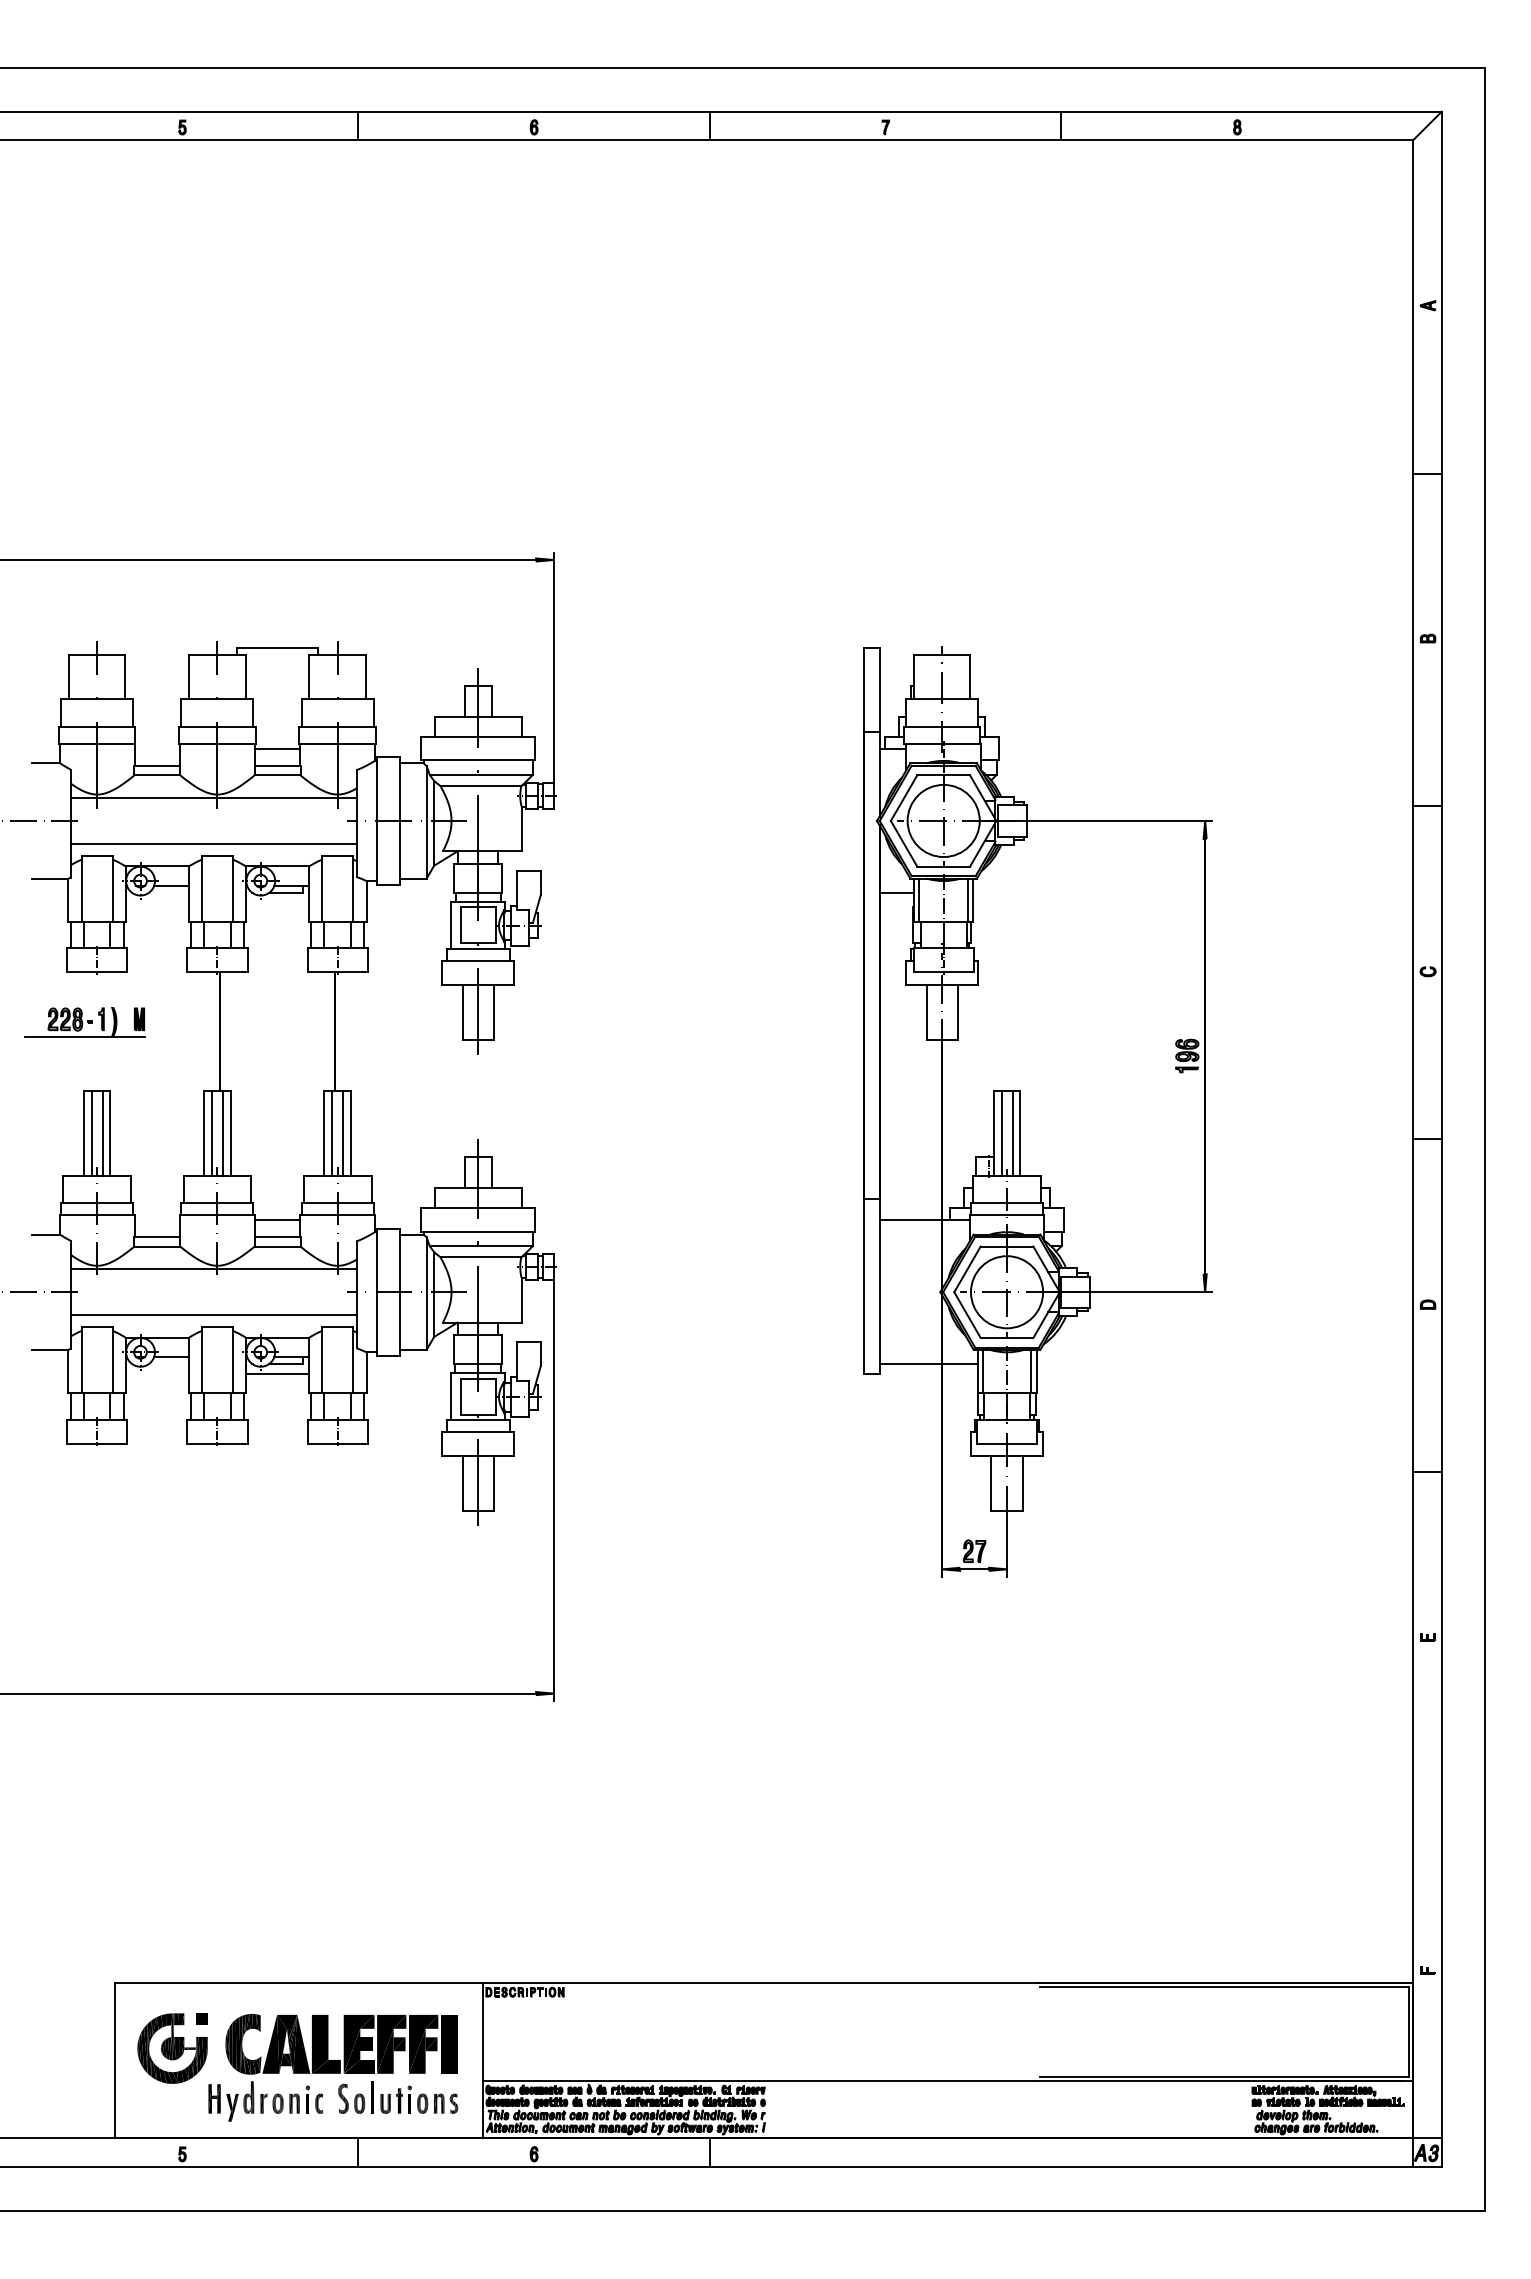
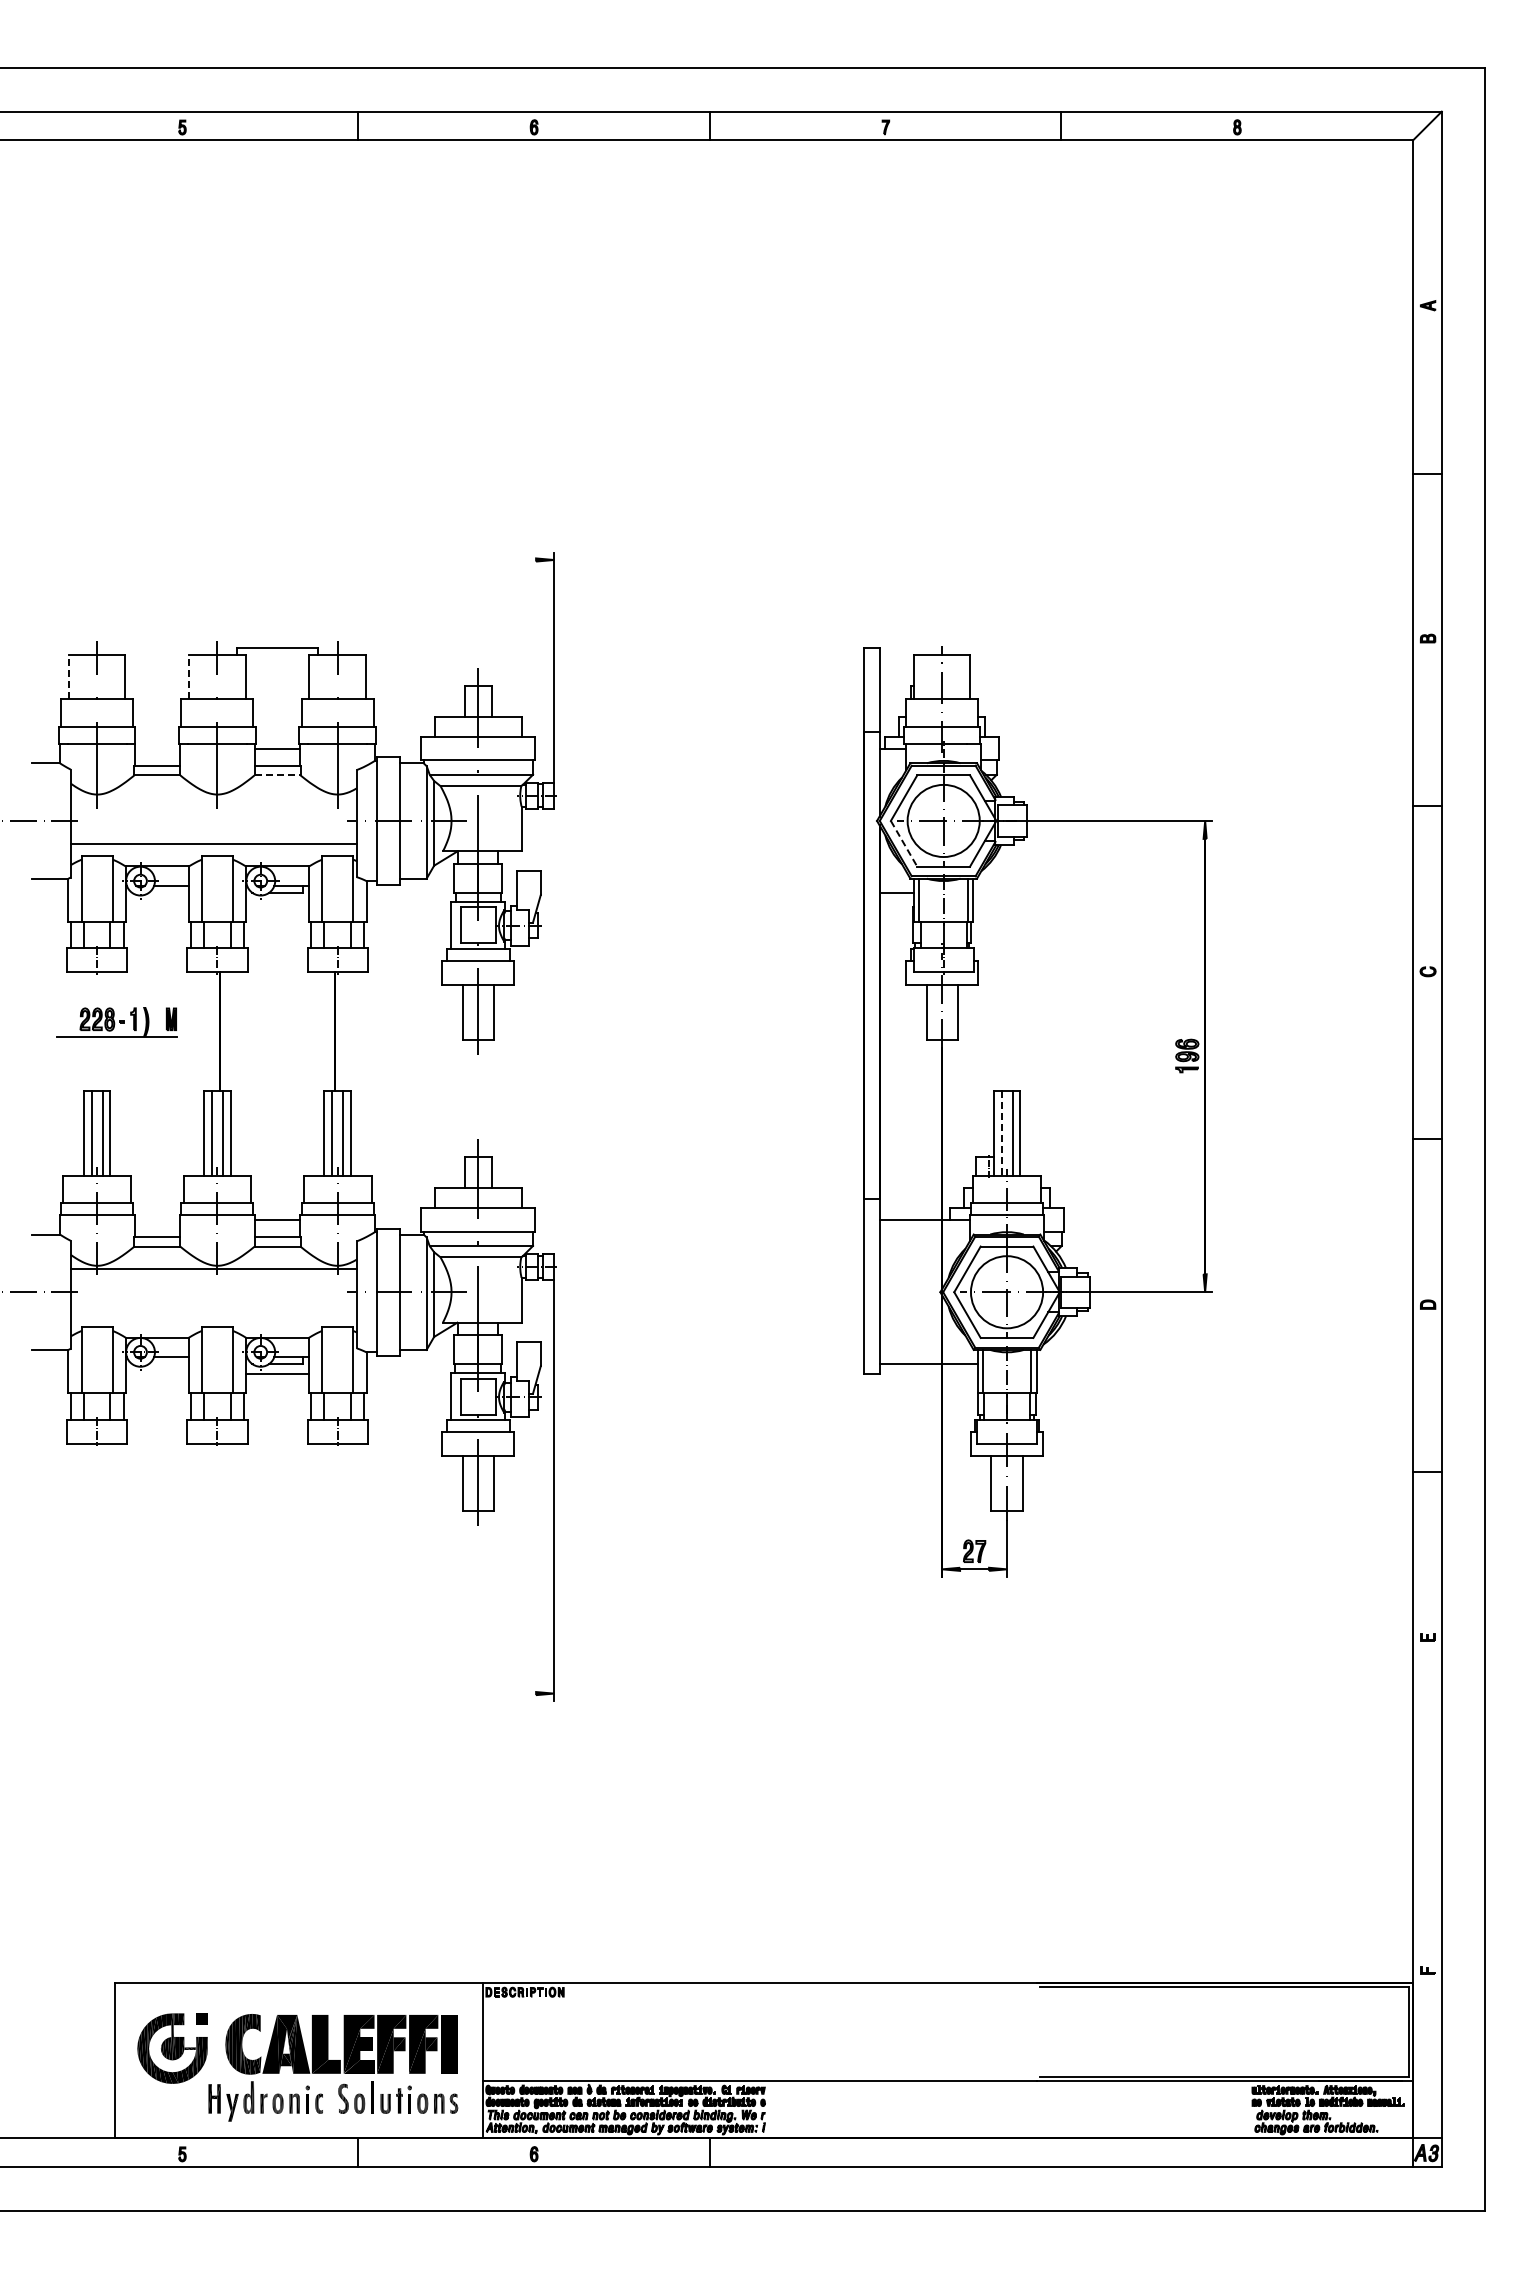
line at (269, 560): present -> none
line at (68, 676): solid -> dashed
line at (189, 676): solid -> dashed
line at (278, 775): solid -> dashed
line at (213, 797): present -> none
line at (904, 844): solid -> dashed
part at (84, 1022) position: (84, 1022) -> (116, 1022)
line at (1001, 1134): solid -> dashed
line at (213, 1315): present -> none
line at (269, 1693): present -> none
